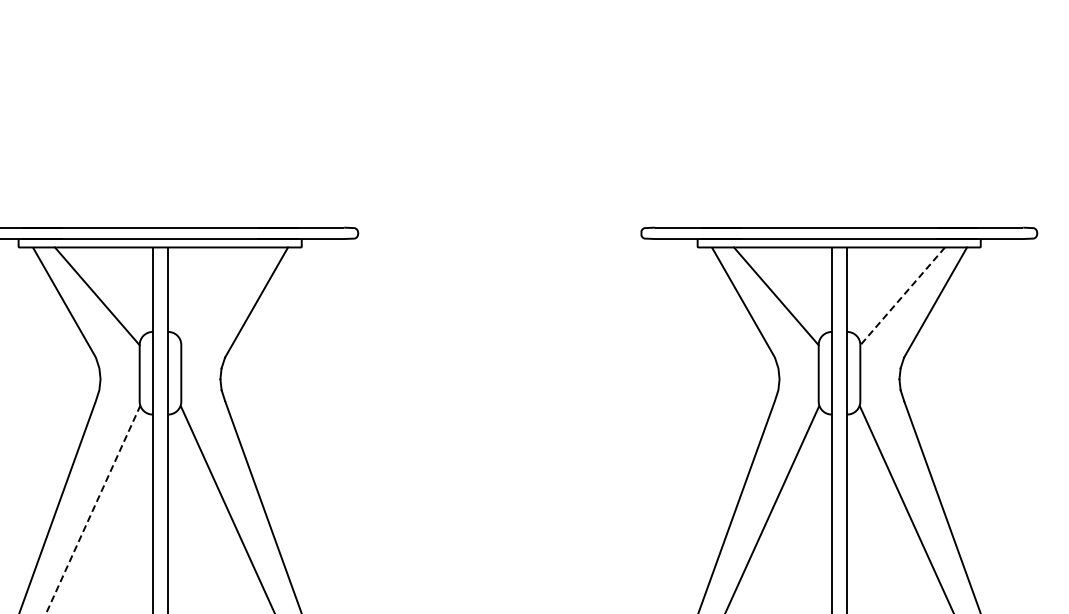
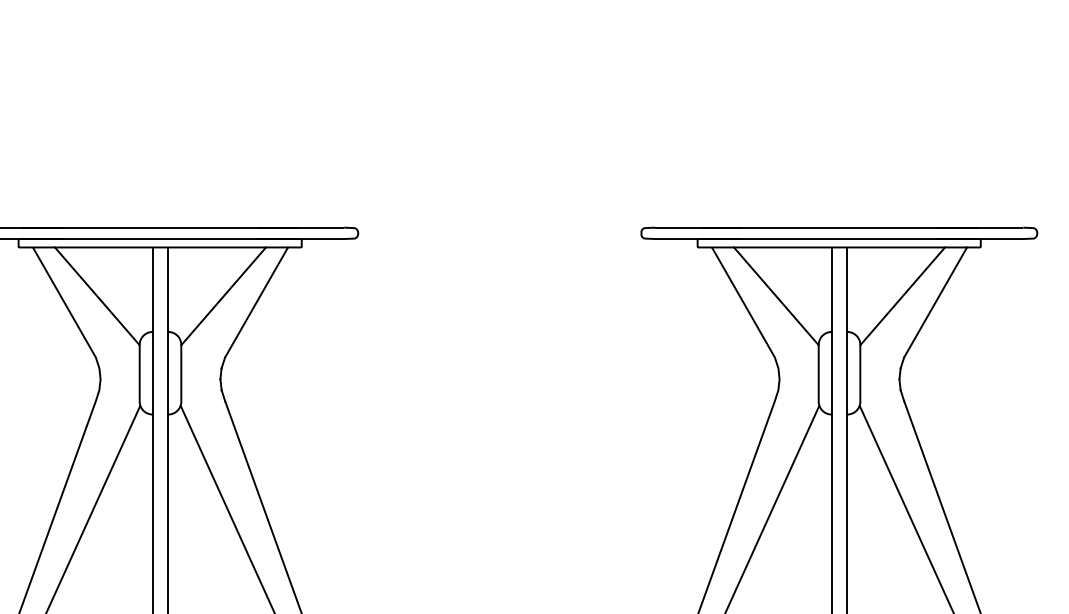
line at (223, 296): none -> present
line at (902, 296): dashed -> solid
line at (93, 509): dashed -> solid
